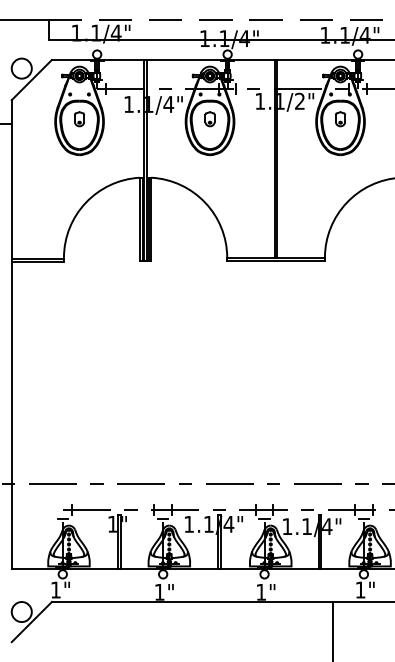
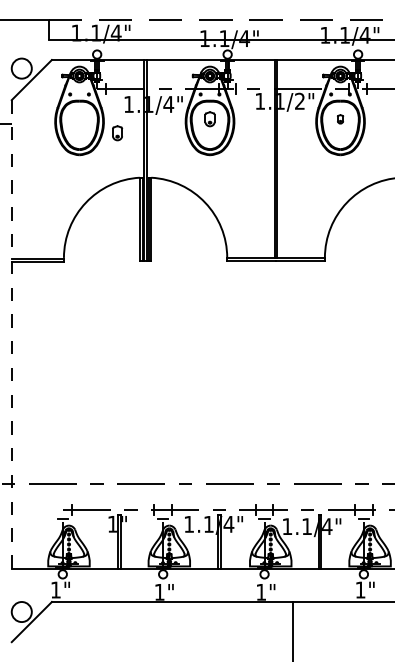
part at (79, 119) position: (79, 119) -> (117, 133)
part at (340, 119) size: 11x17 px -> 8x11 px
line at (11, 334): solid -> dashed
line at (332, 629) position: (332, 629) -> (292, 629)
